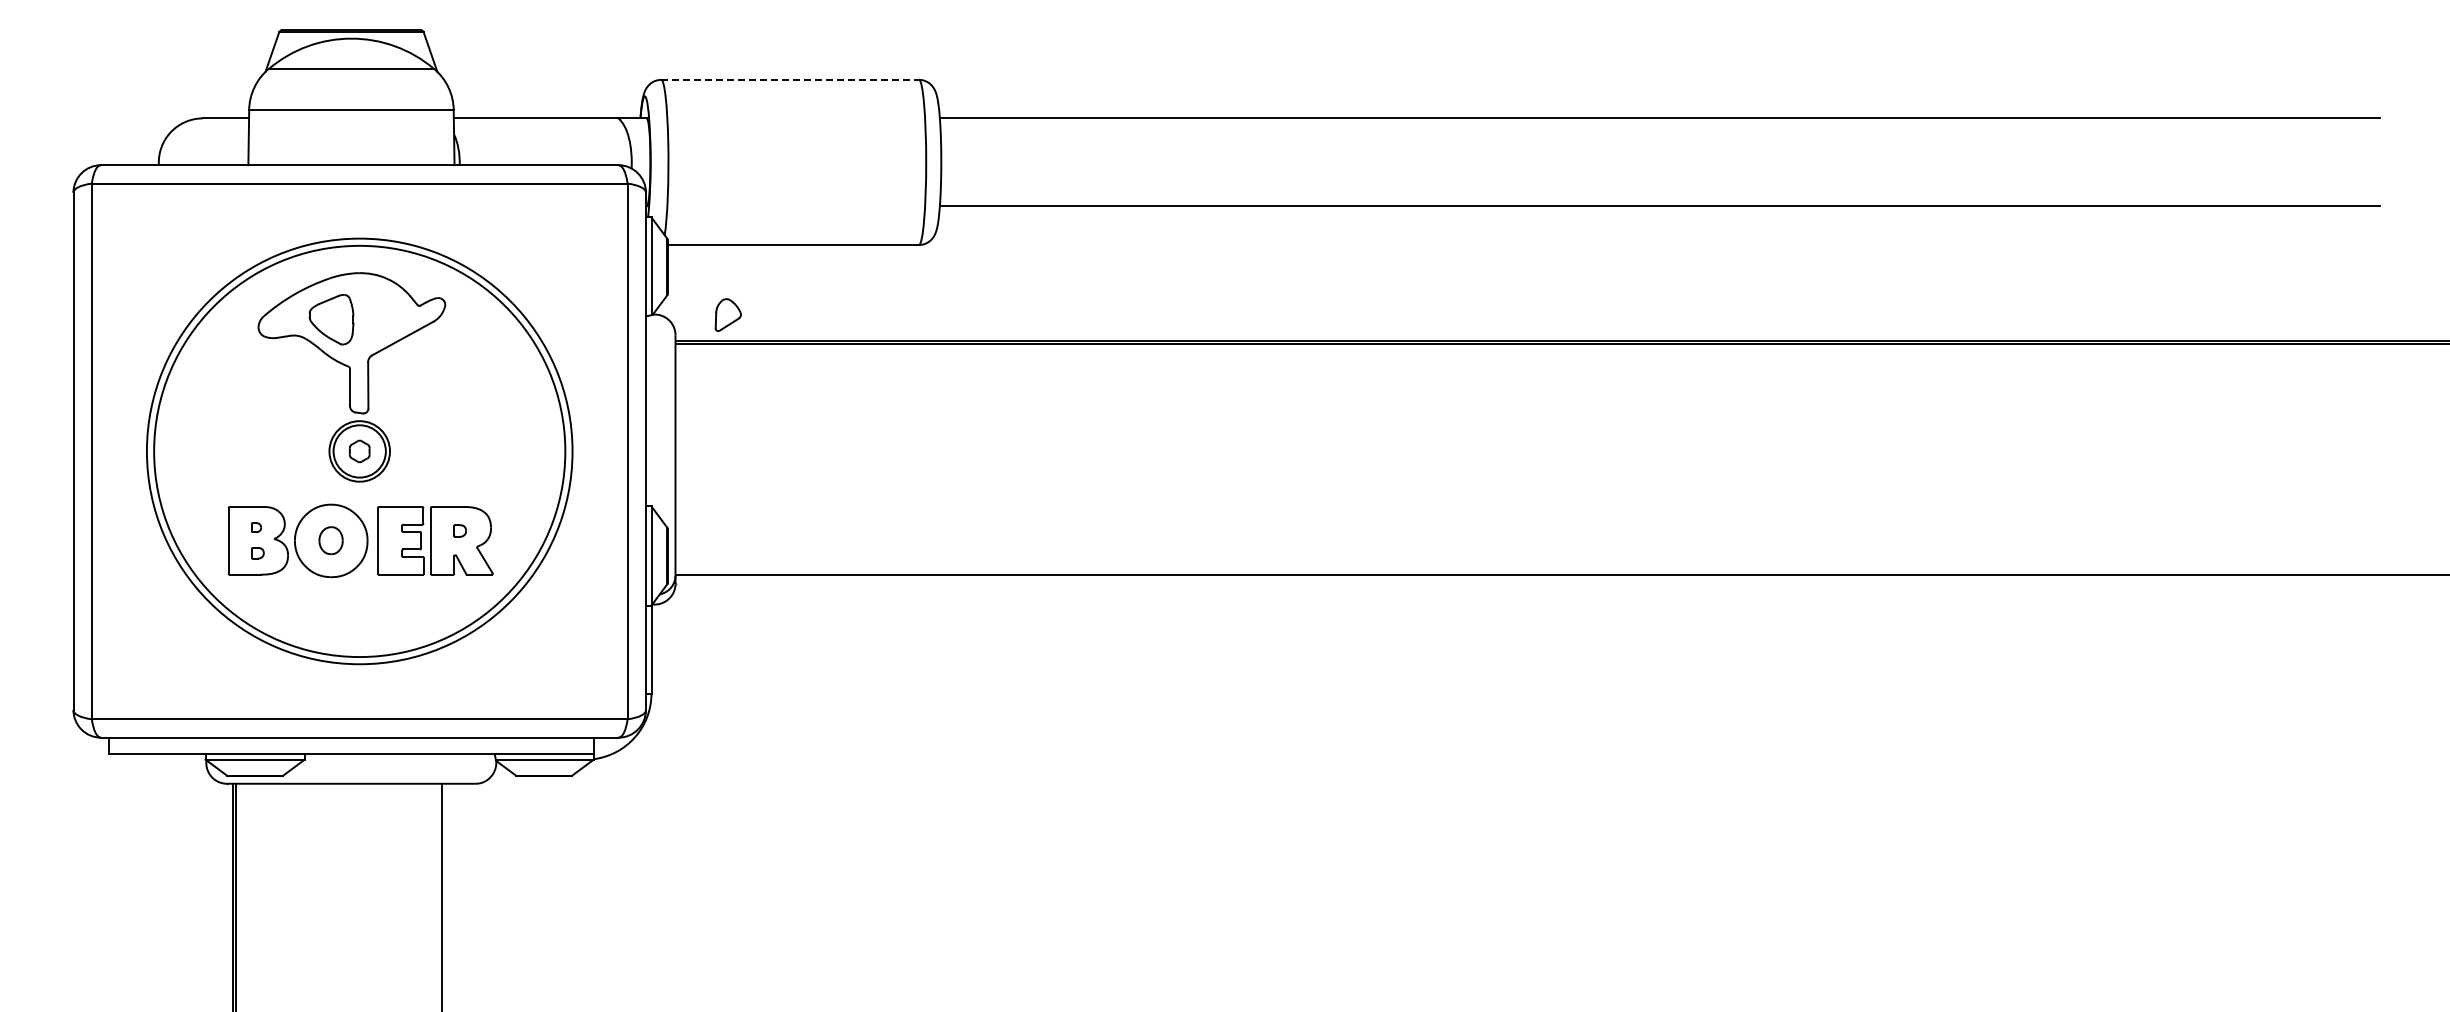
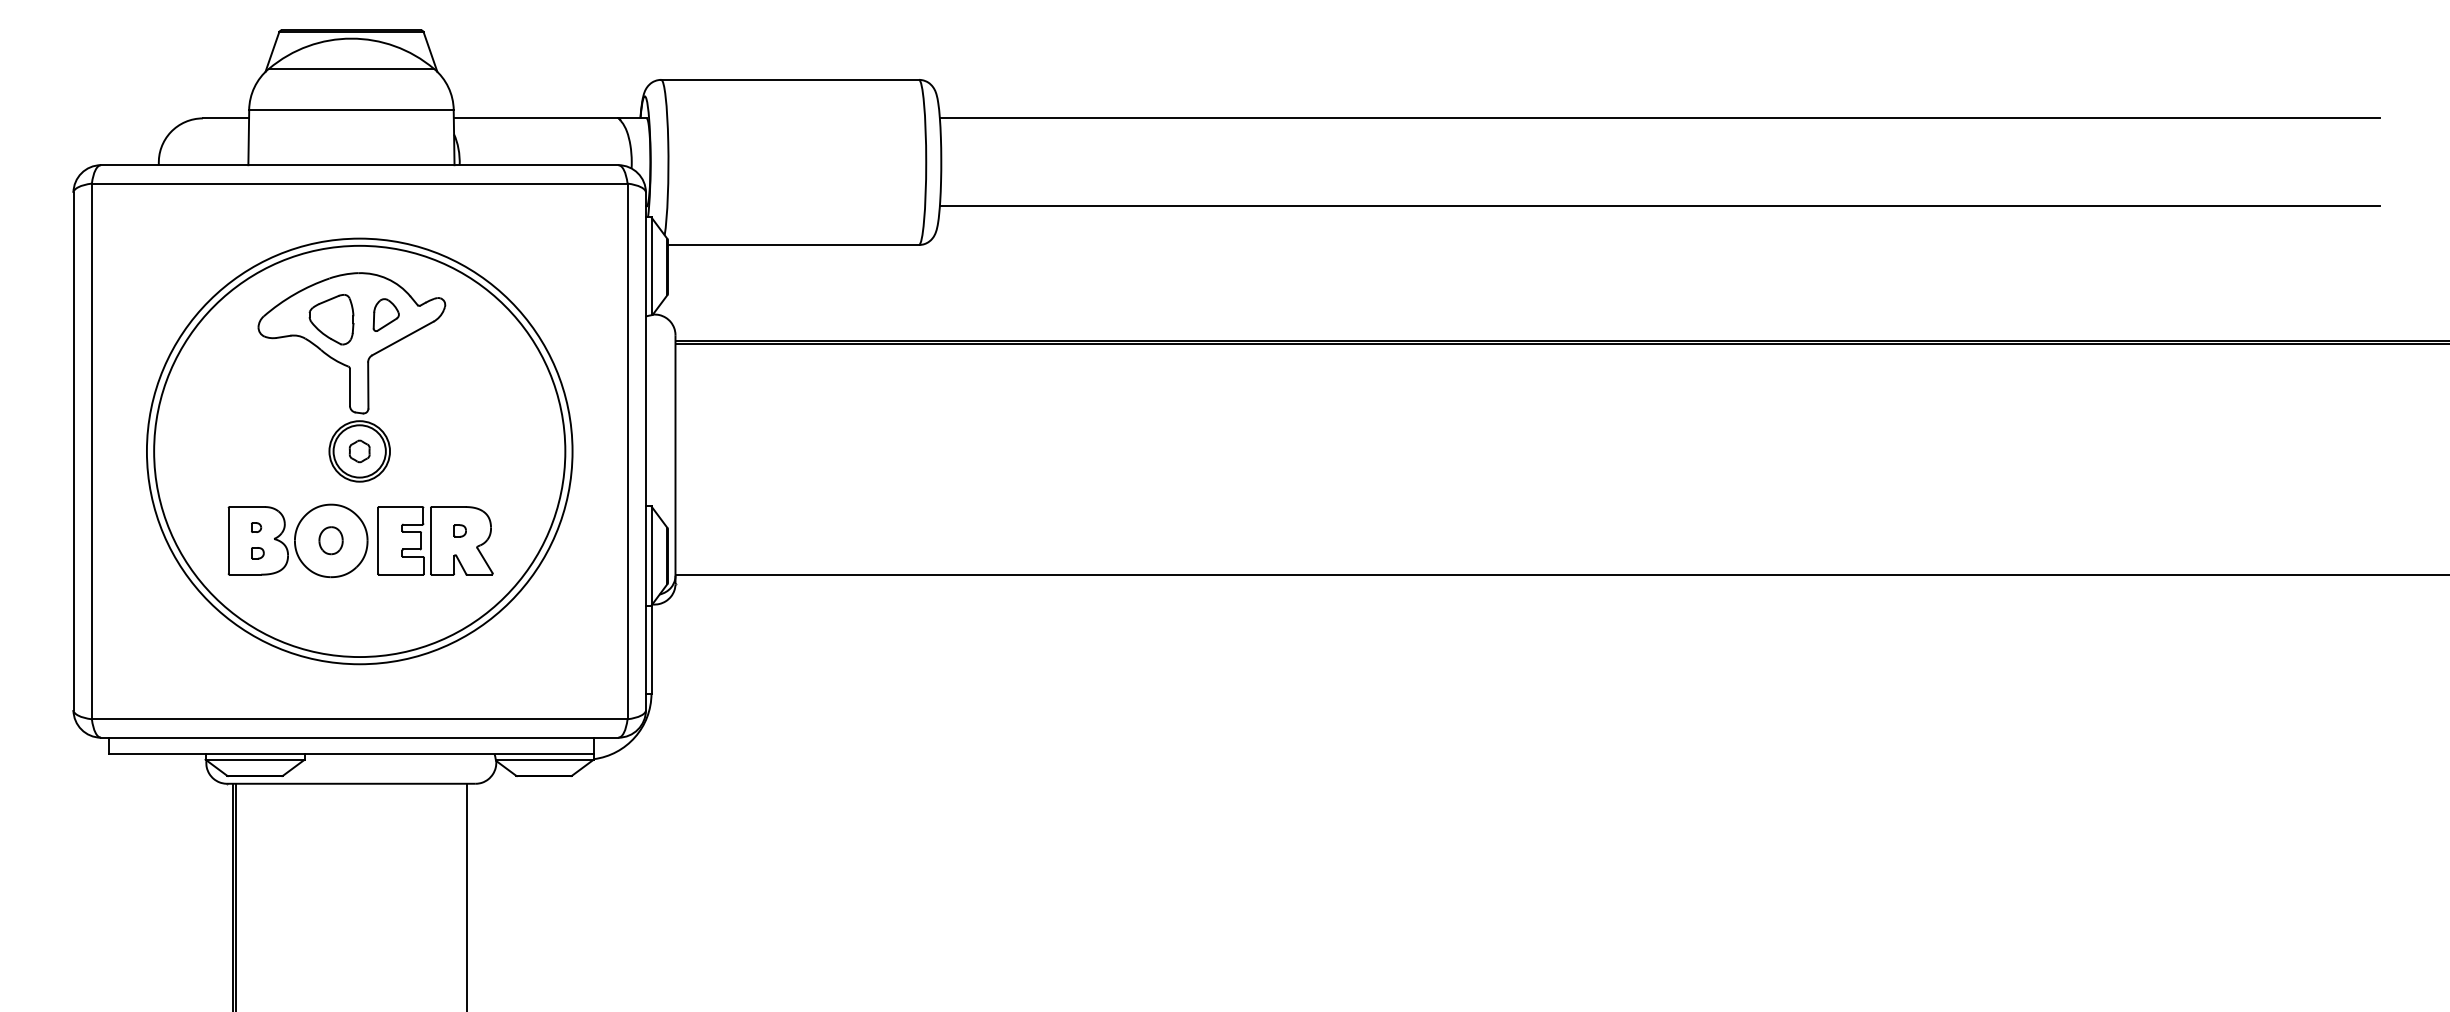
line at (790, 79): dashed -> solid
part at (727, 314) position: (727, 314) -> (385, 314)
line at (442, 895) position: (442, 895) -> (467, 895)
